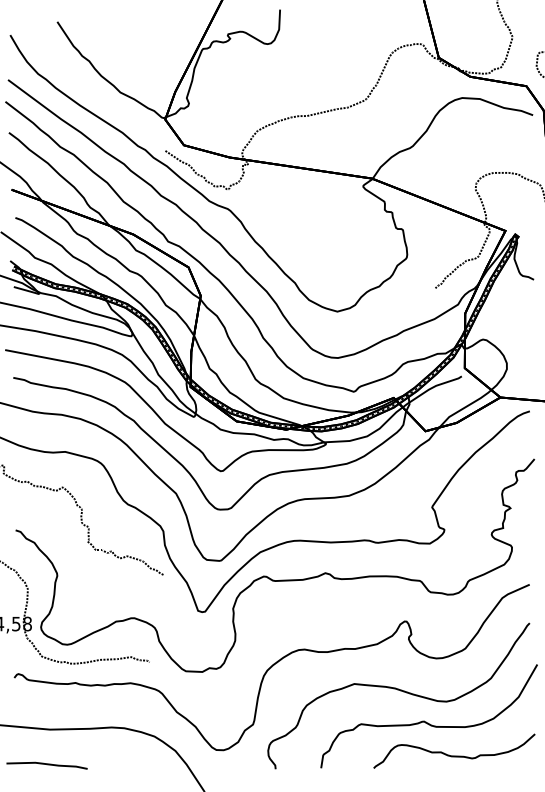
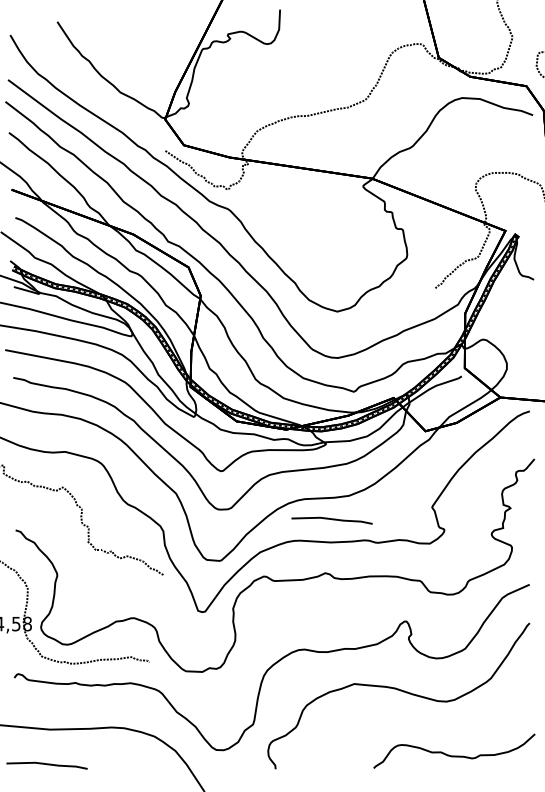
line at (331, 519): none -> present
curve at (426, 721): present -> none
